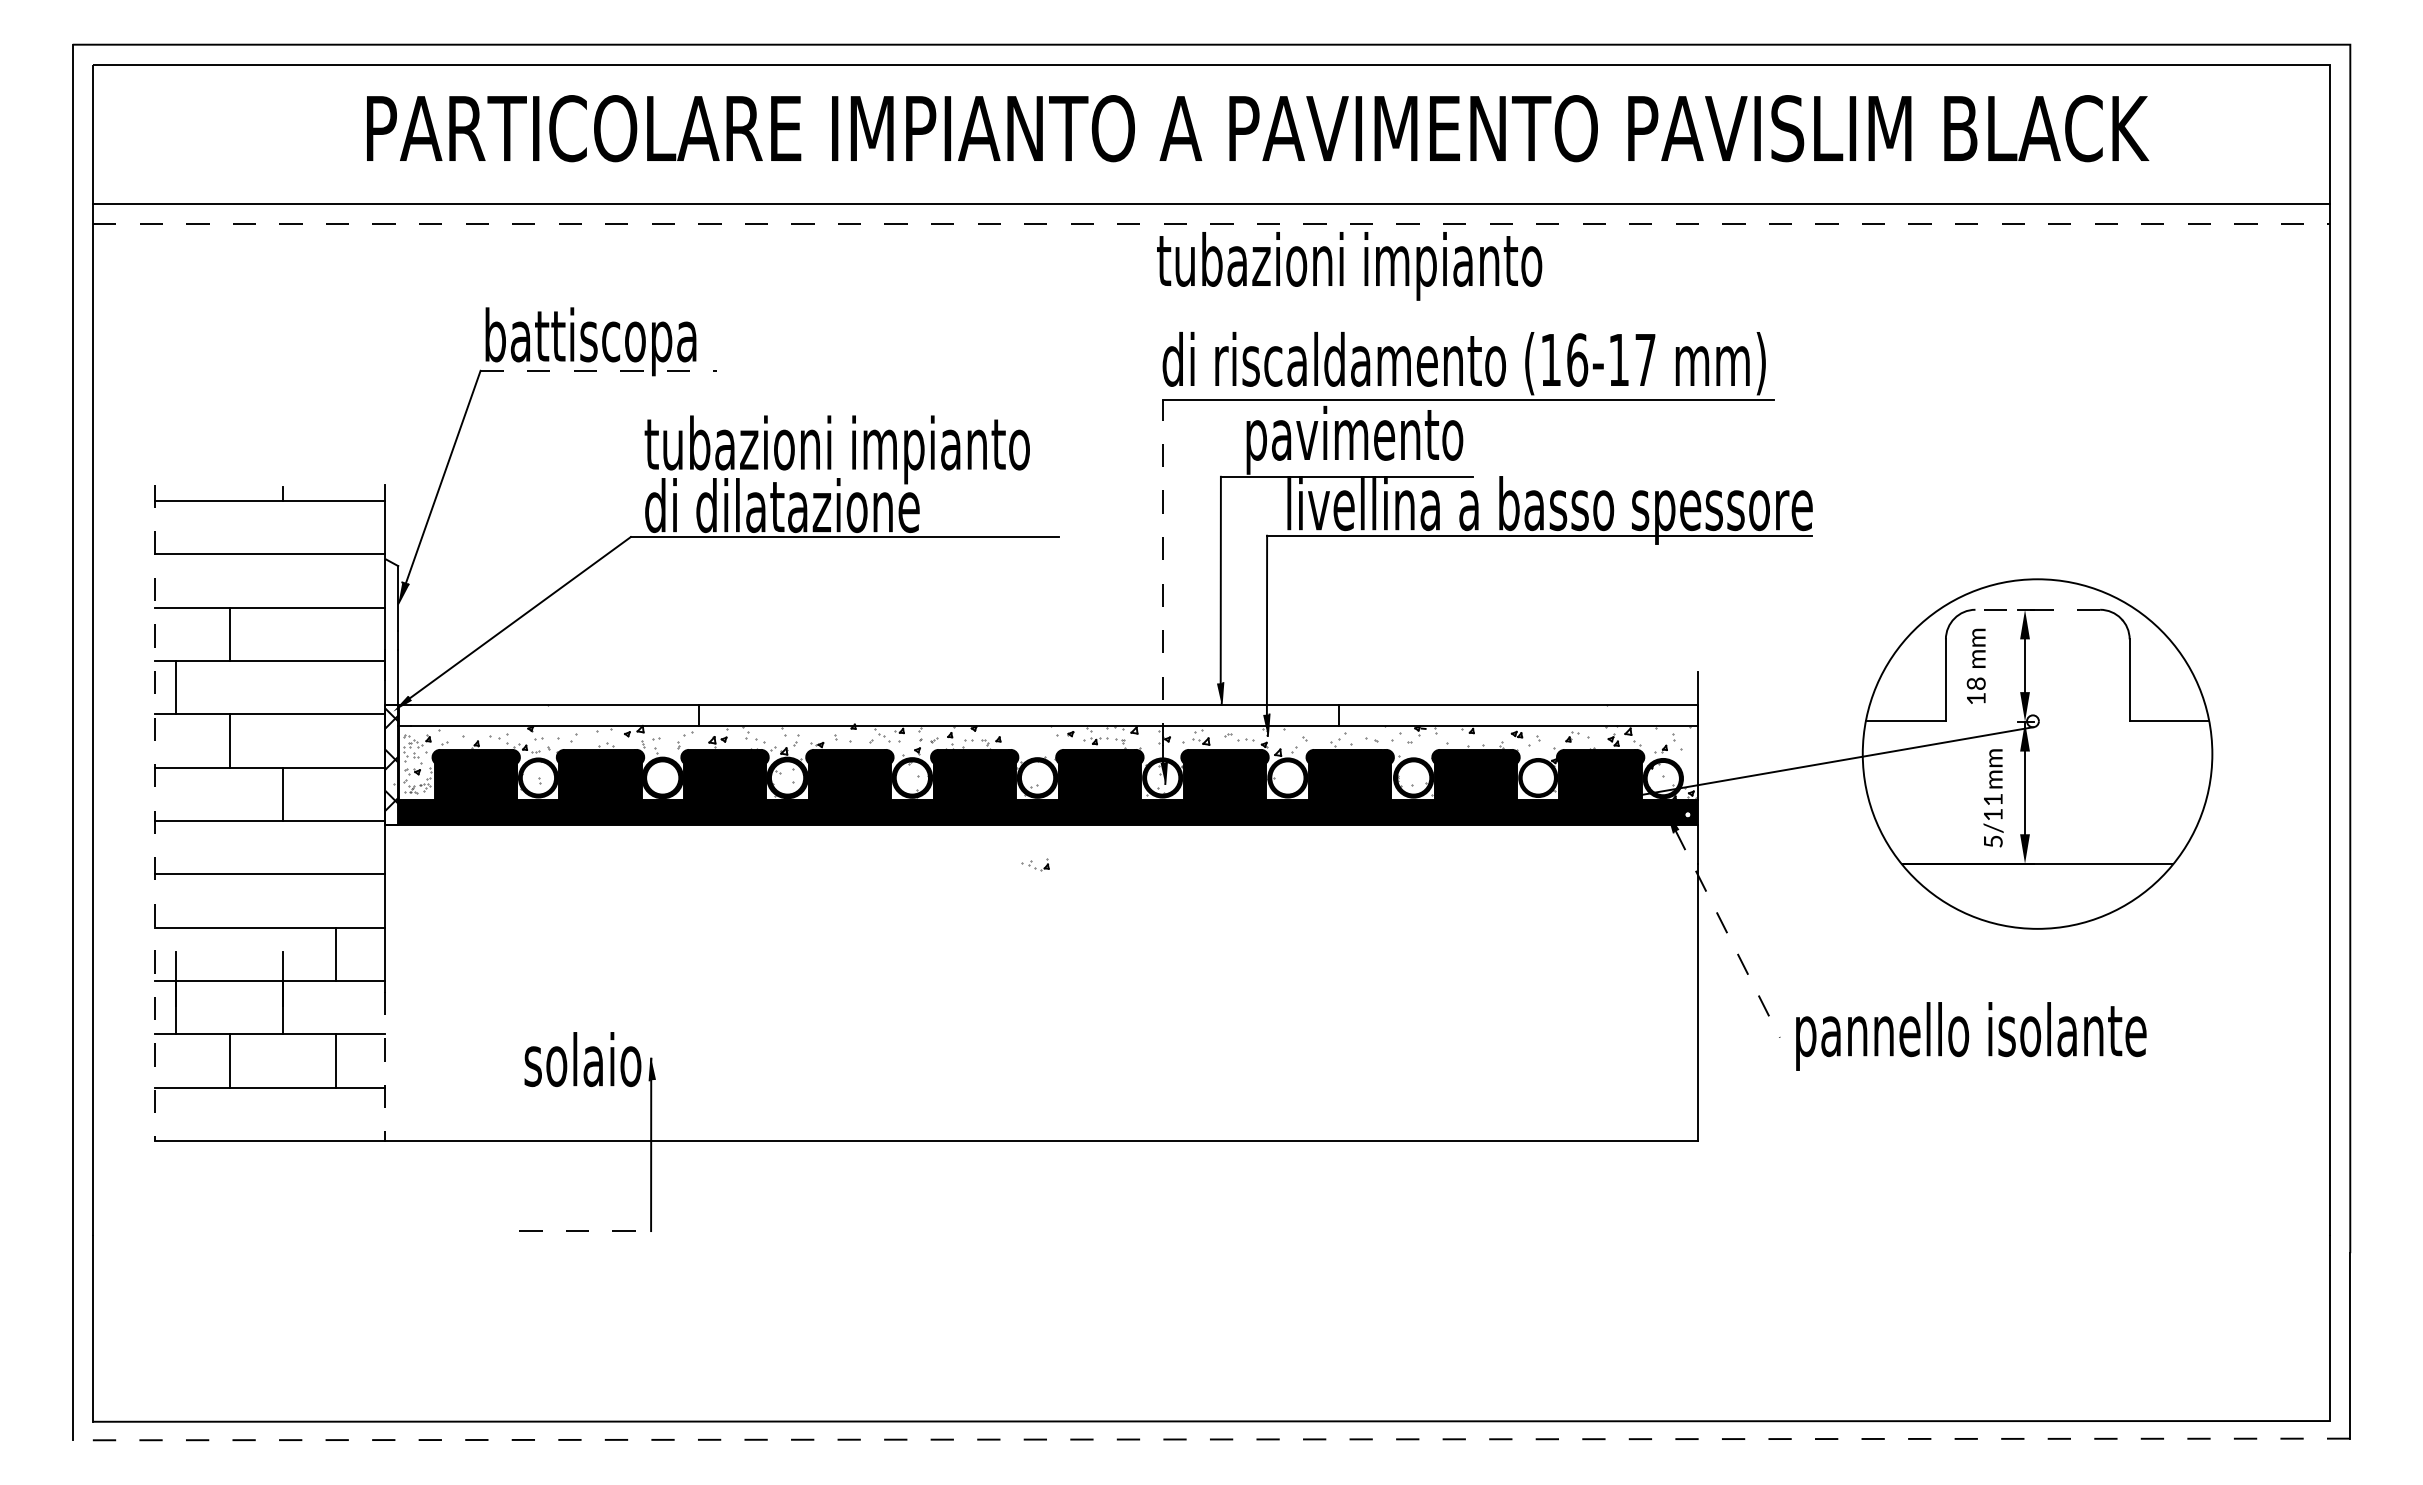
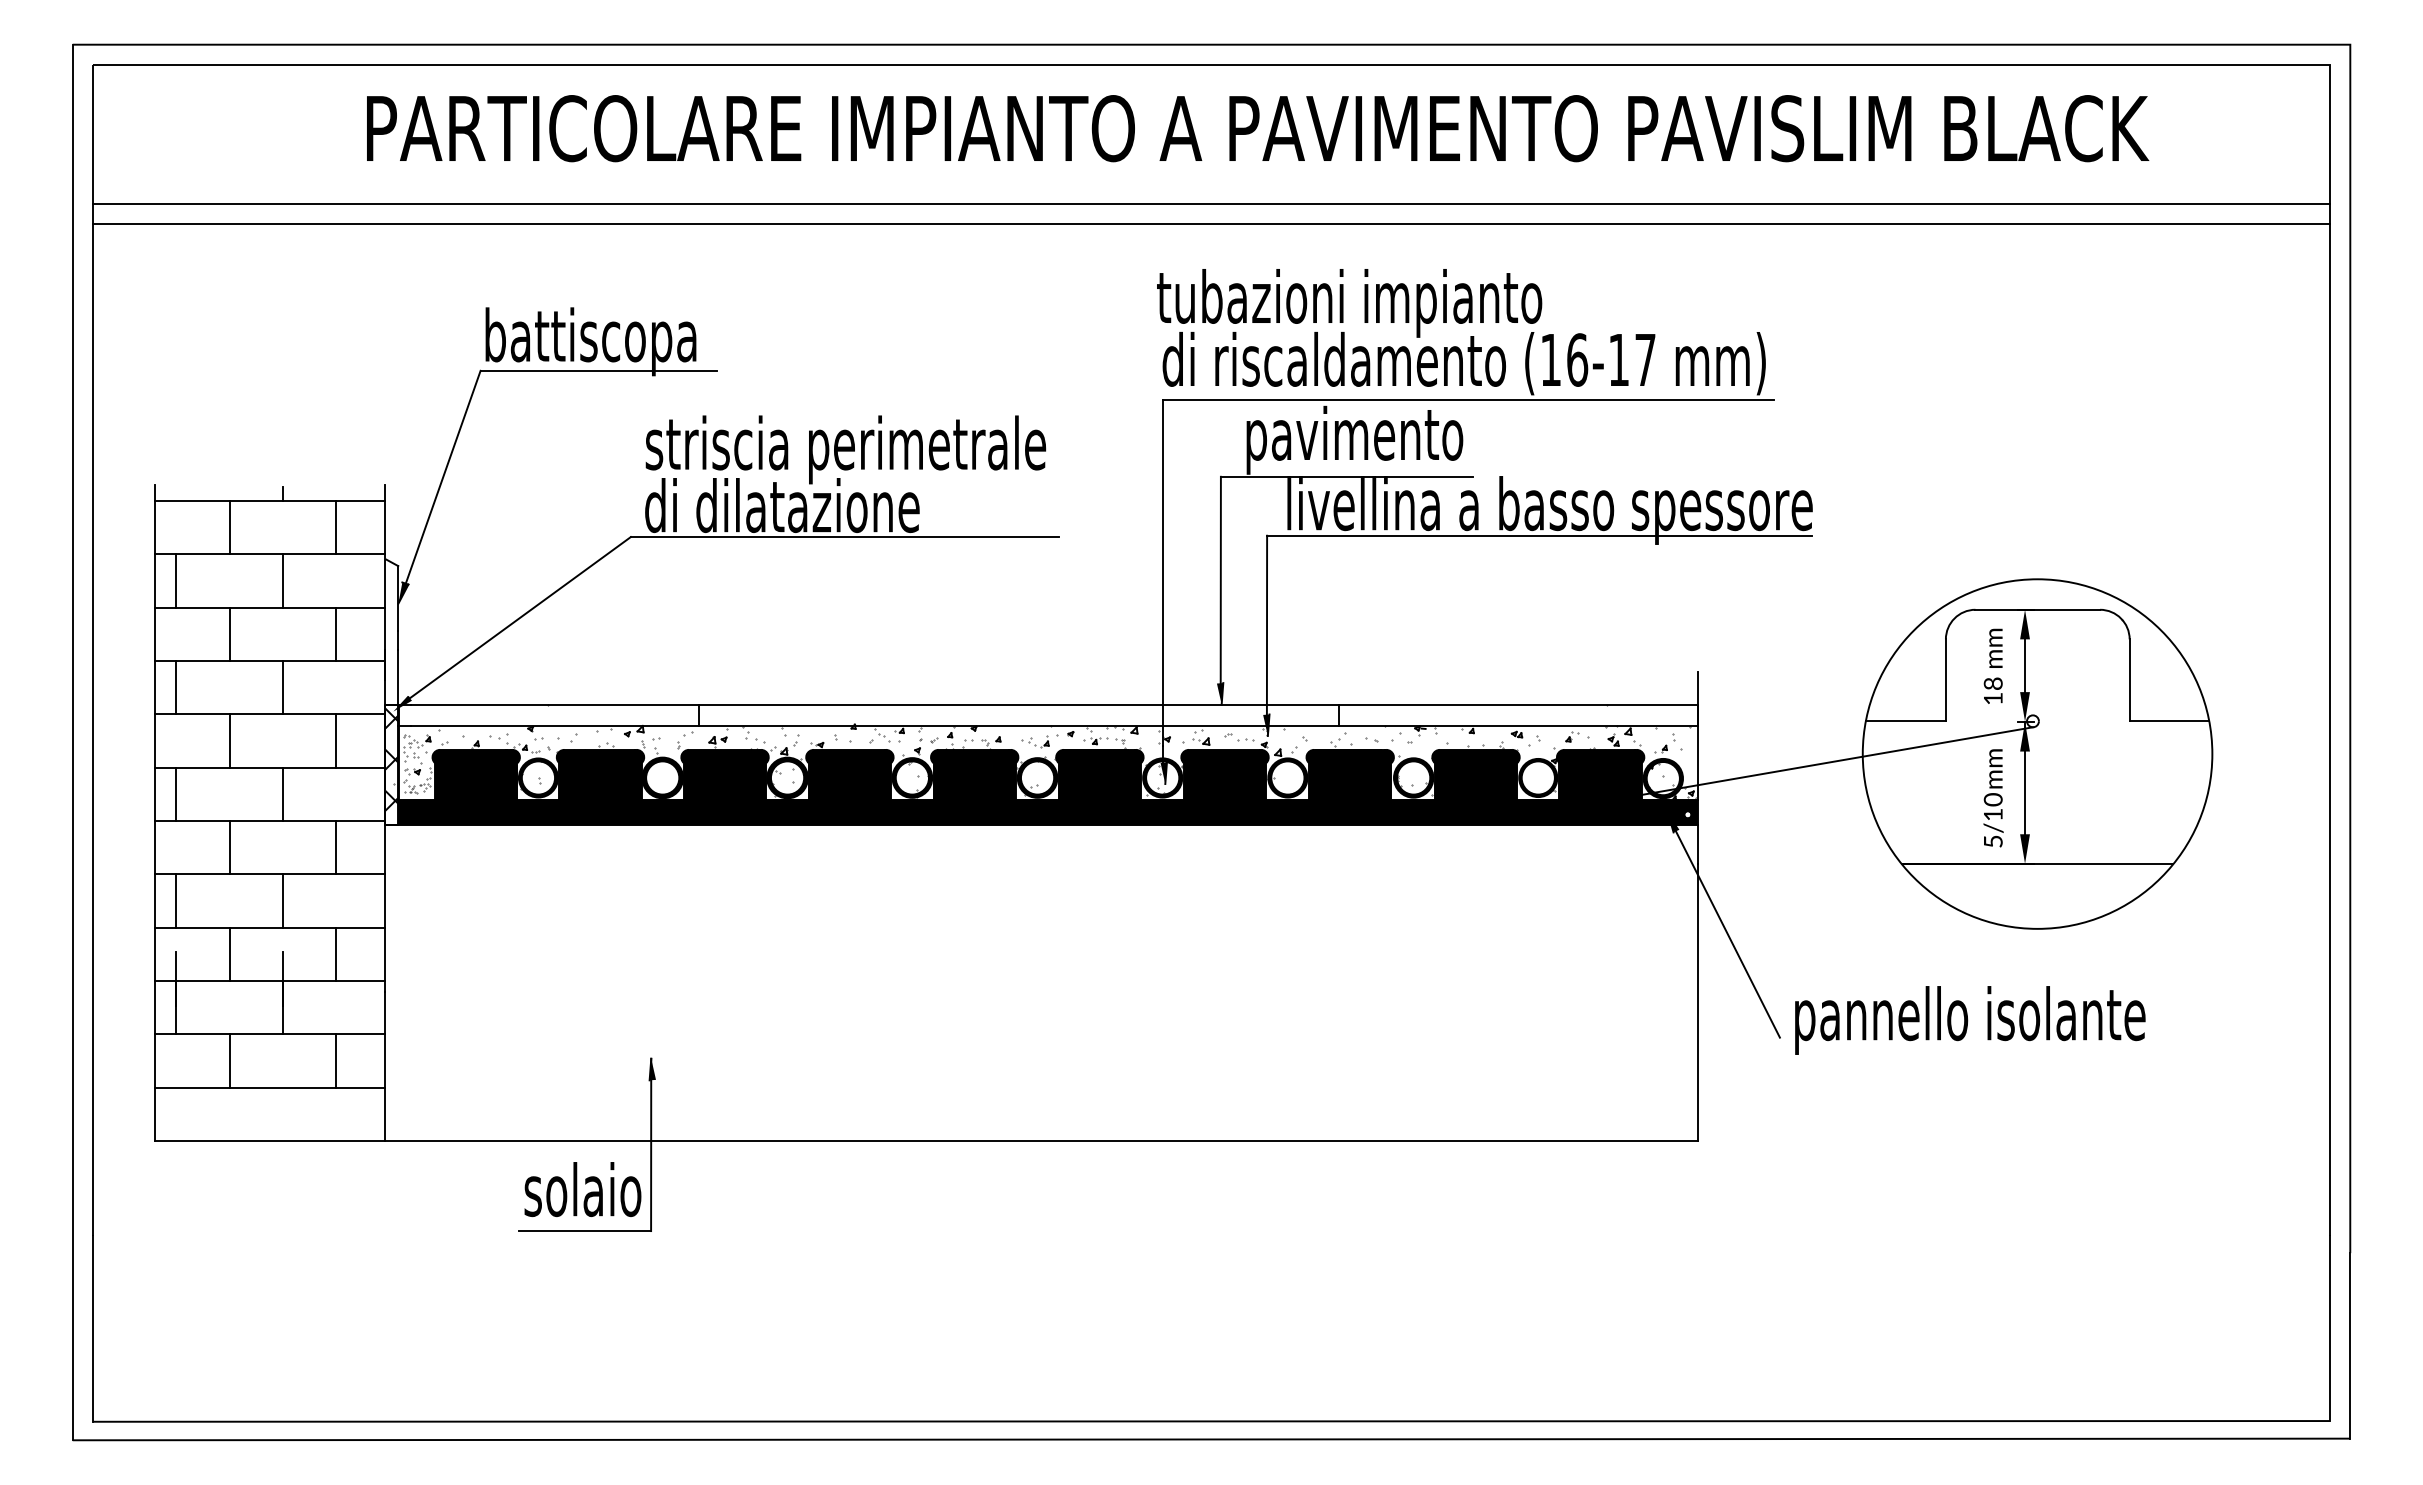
line at (1211, 224): dashed -> solid
text at (1349, 266) position: (1349, 266) -> (1349, 303)
line at (599, 370): dashed -> solid
text at (845, 449): tubazioni impianto -> striscia perimetrale
line at (229, 527): none -> present
line at (336, 527): none -> present
line at (1163, 572): dashed -> solid
line at (176, 580): none -> present
line at (283, 580): none -> present
line at (2037, 609): dashed -> solid
line at (336, 633): none -> present
text at (1975, 665) position: (1975, 665) -> (1992, 665)
line at (283, 687): none -> present
line at (336, 740): none -> present
line at (176, 793): none -> present
text at (1992, 799): 5/11 -> 5/10
line at (154, 813): dashed -> solid
line at (229, 847): none -> present
line at (336, 847): none -> present
part at (1035, 864) position: (1035, 864) -> (1035, 741)
line at (176, 900): none -> present
line at (283, 900): none -> present
line at (1727, 933): dashed -> solid
line at (229, 954): none -> present
text at (1971, 1036) position: (1971, 1036) -> (1970, 1020)
text at (582, 1059) position: (582, 1059) -> (582, 1189)
line at (385, 1066): dashed -> solid
line at (585, 1231): dashed -> solid
line at (1211, 1439): dashed -> solid
